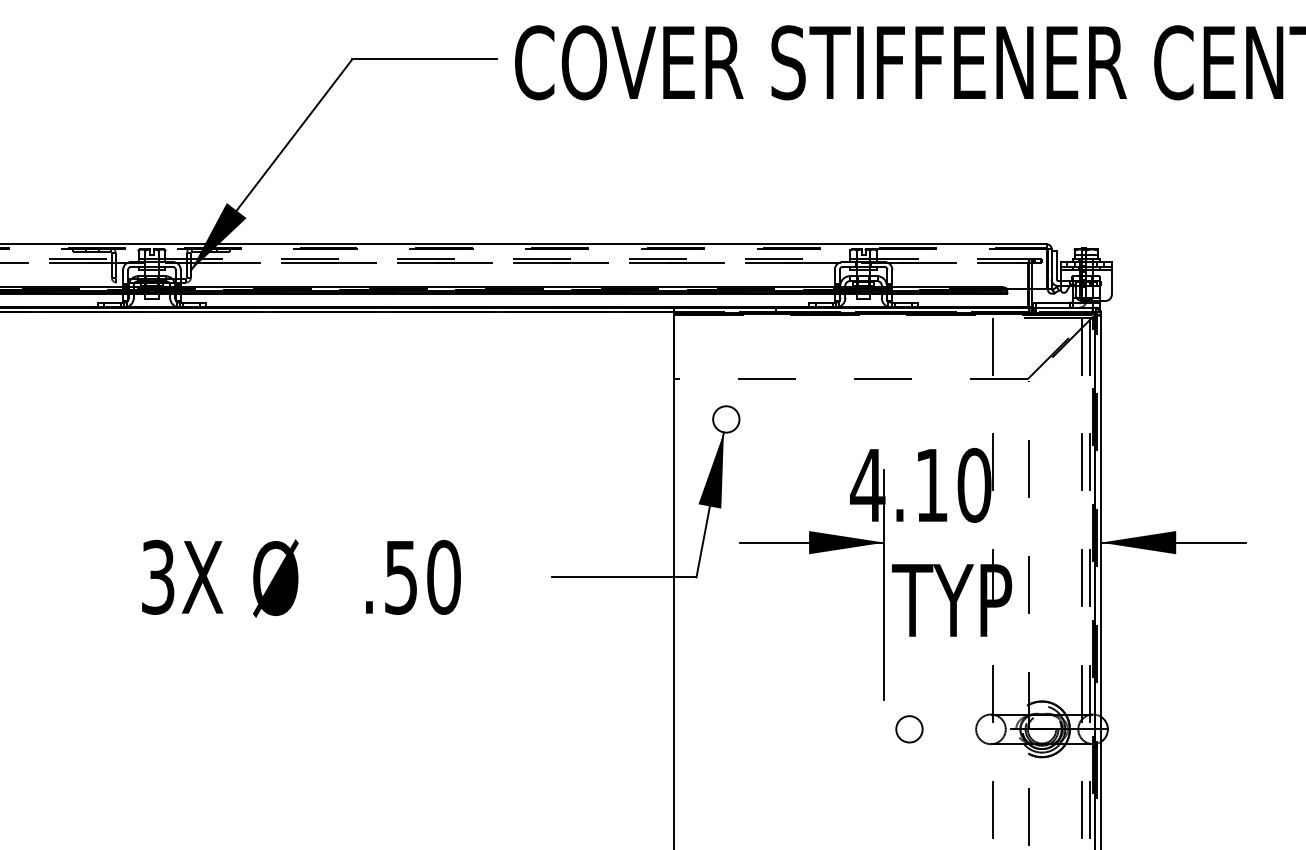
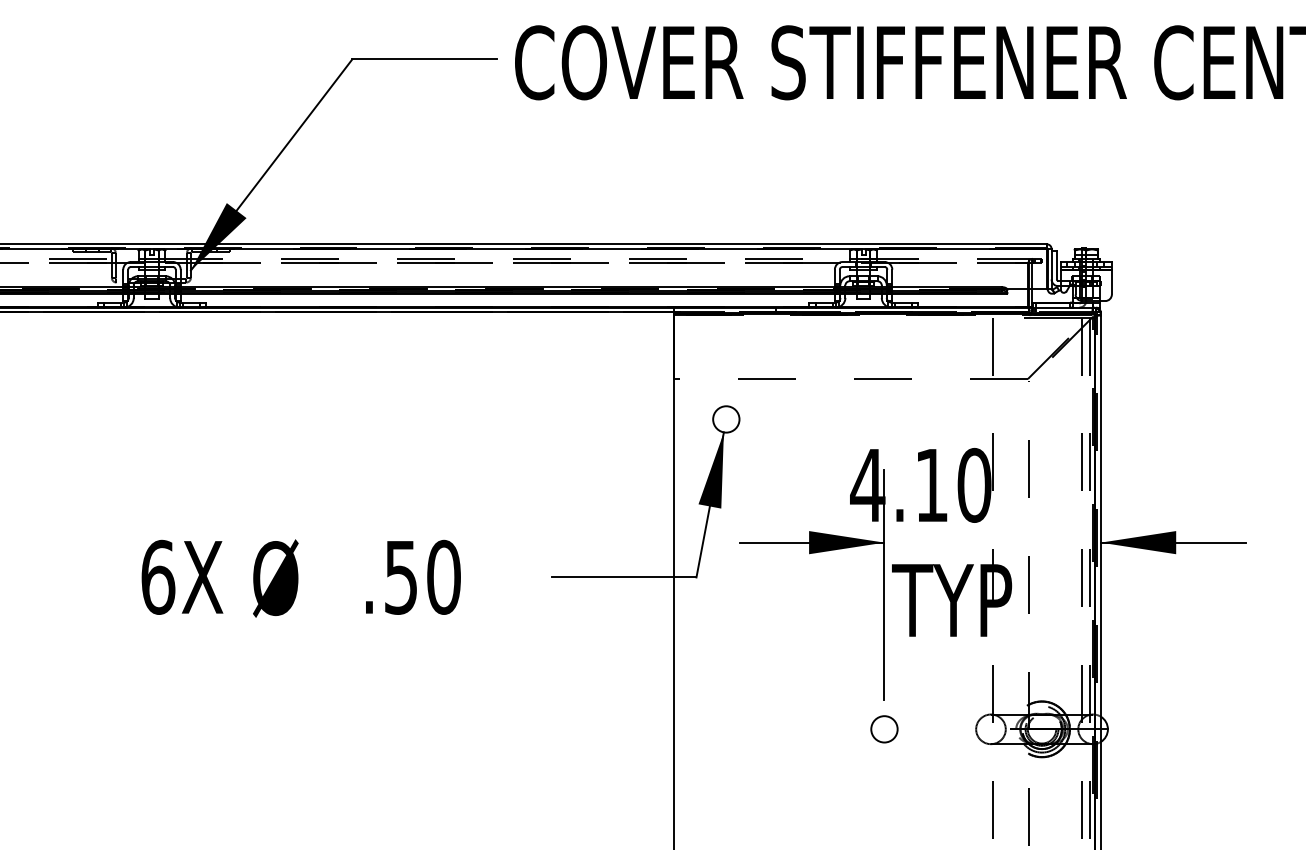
line at (524, 248): dashed -> solid
text at (158, 576): 3X -> 6X
circle at (909, 729) position: (909, 729) -> (884, 729)
